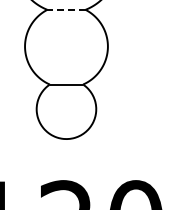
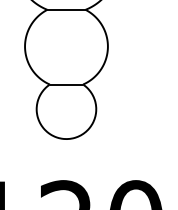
line at (65, 9): dashed -> solid
